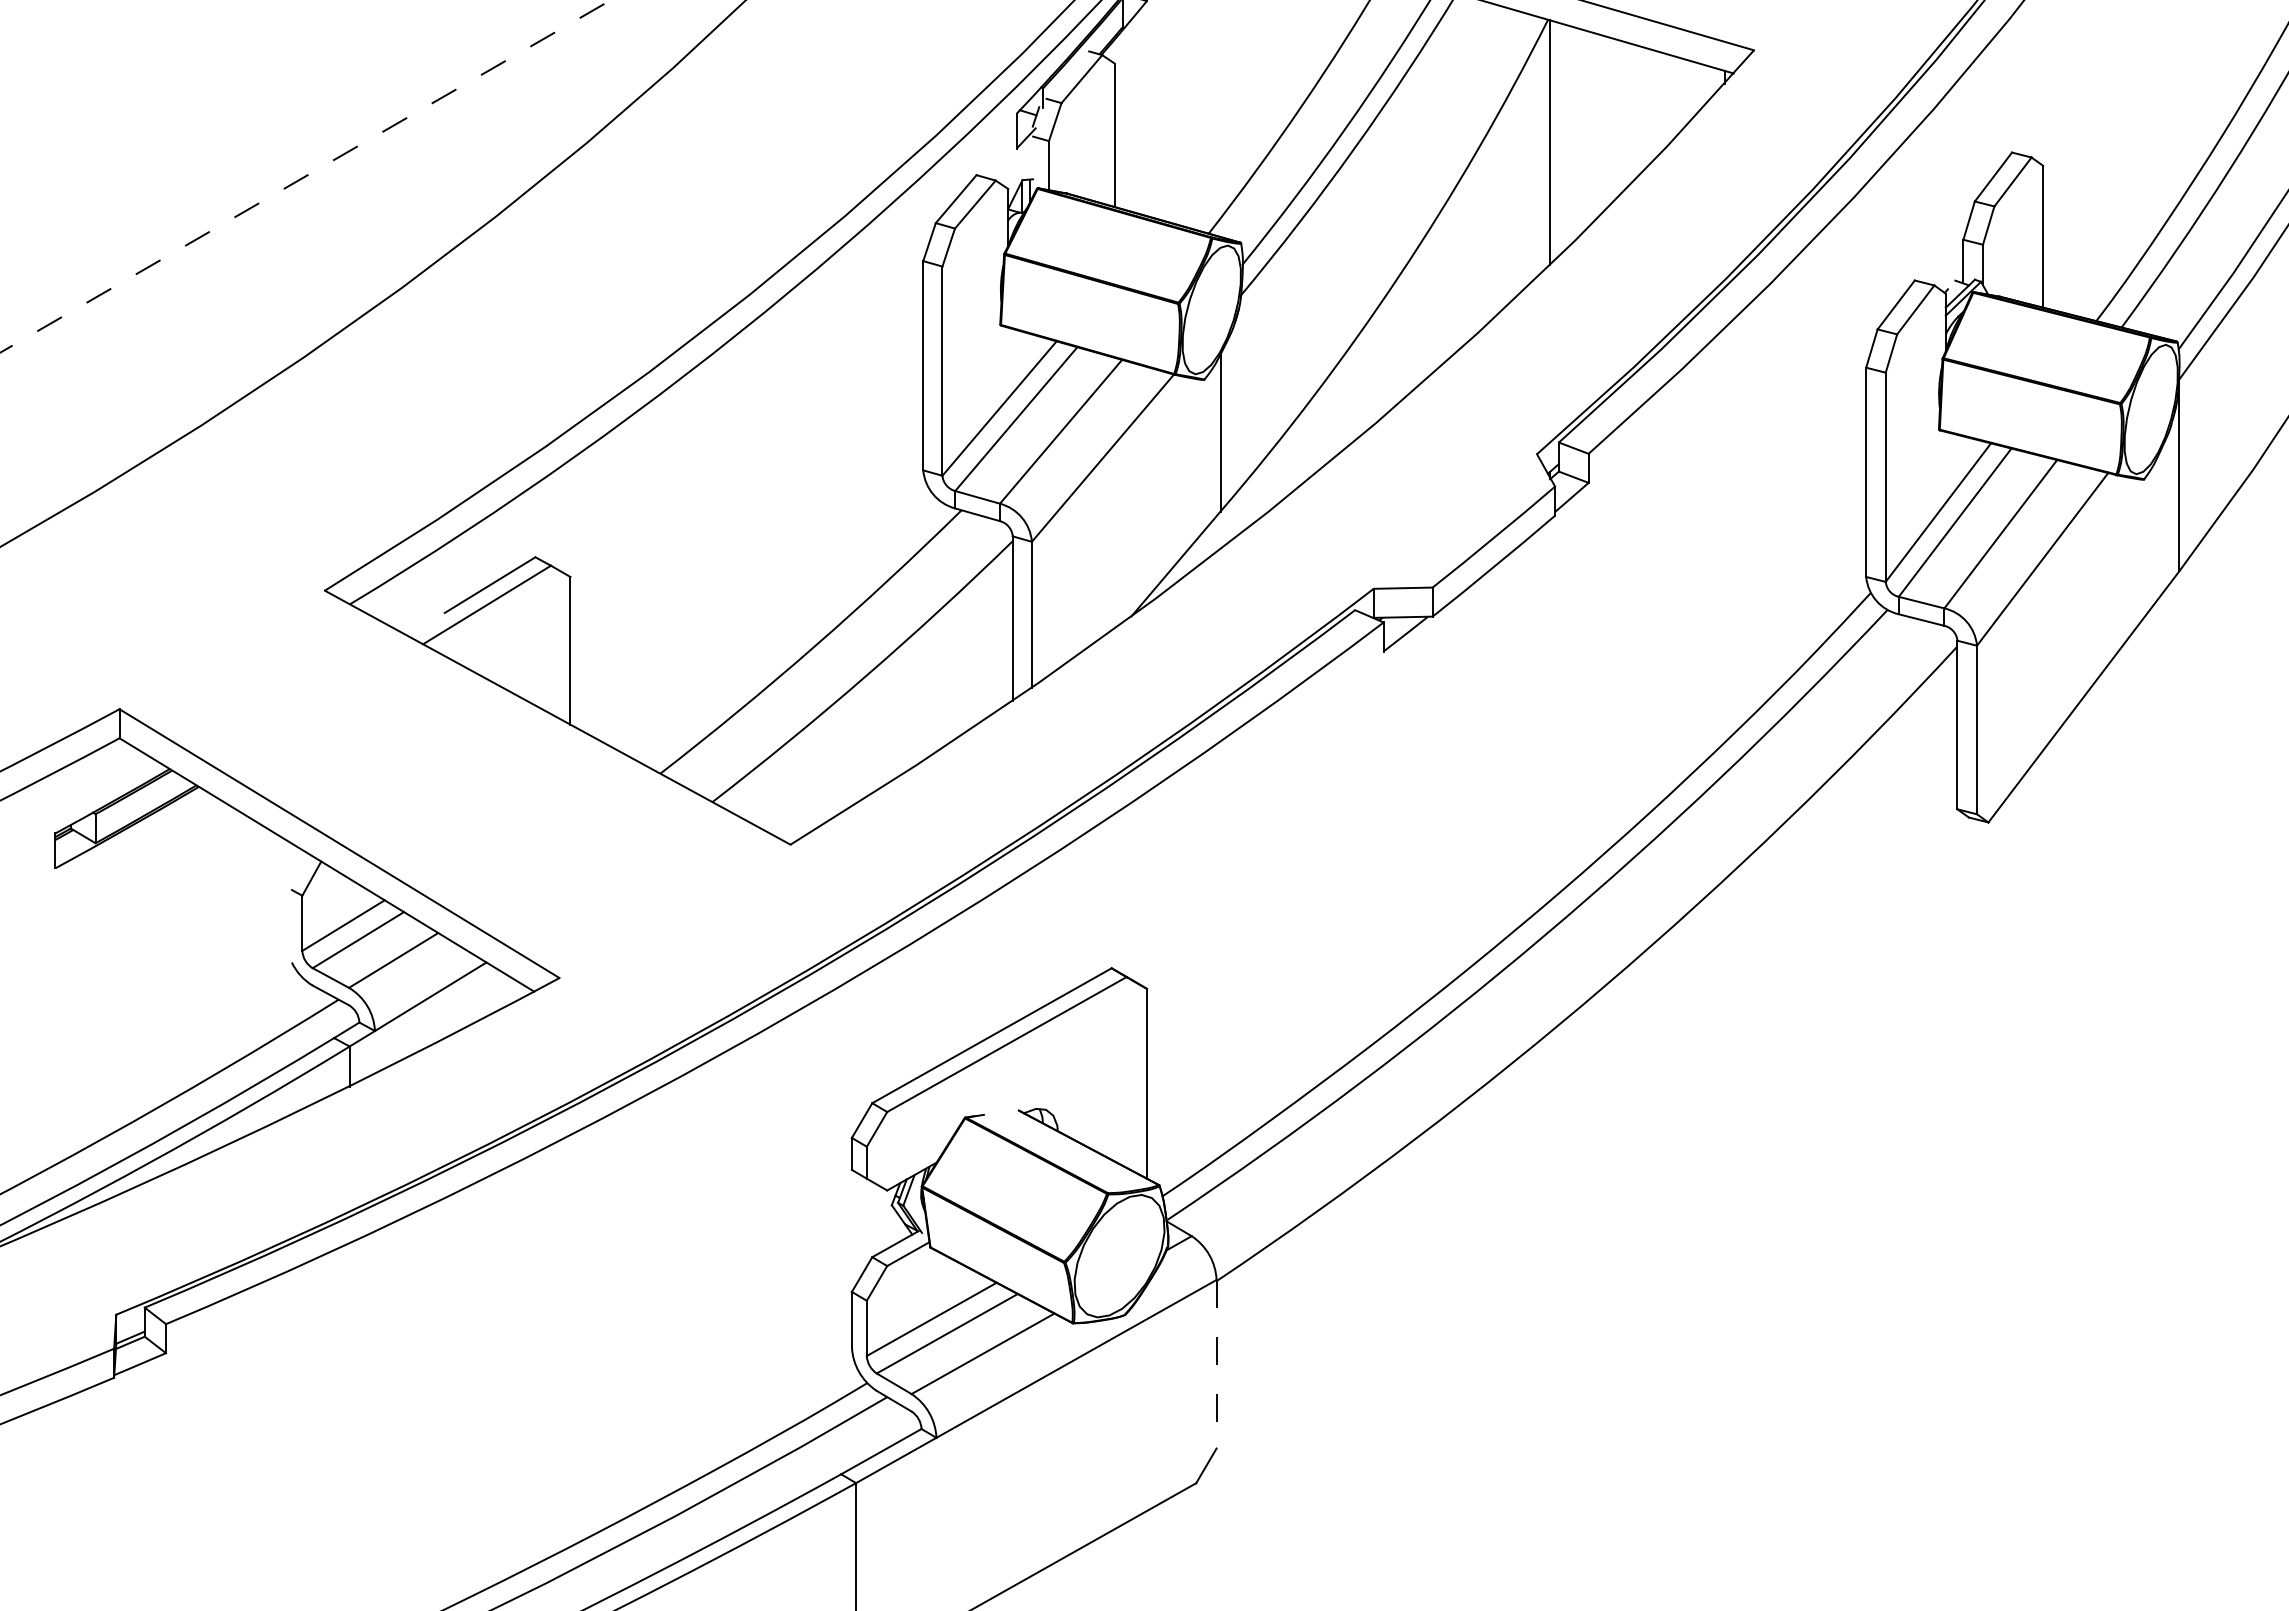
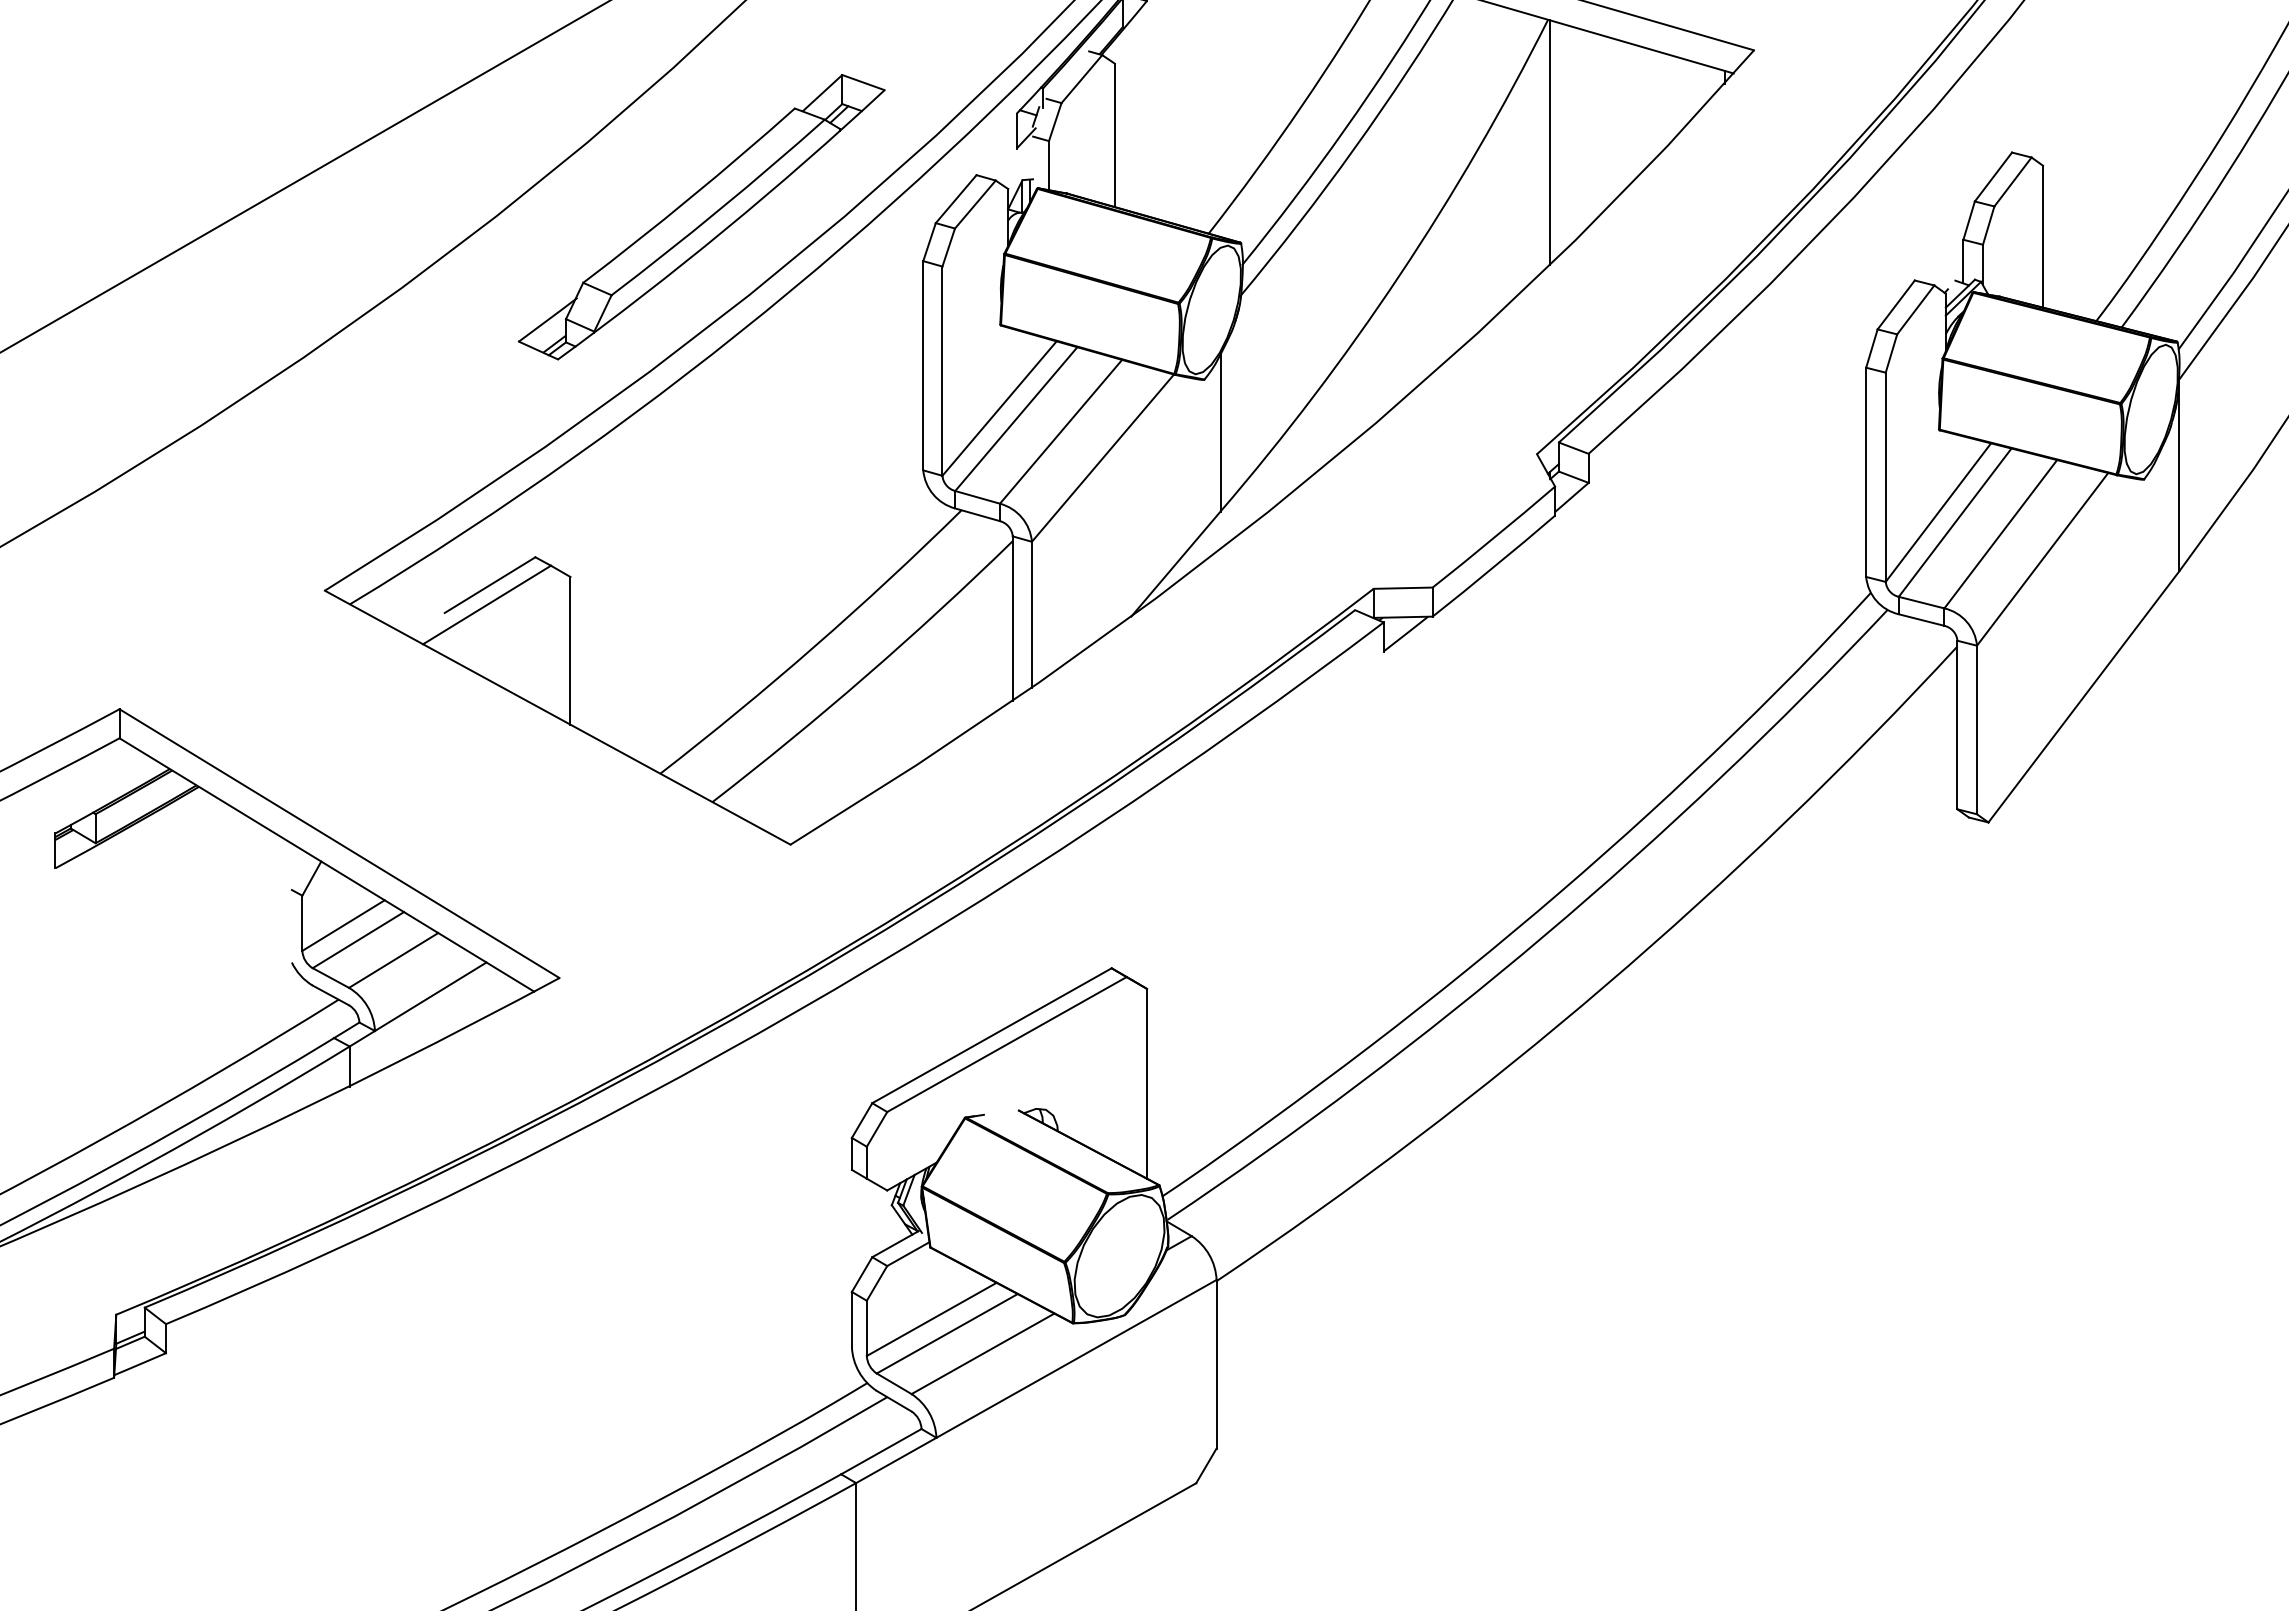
line at (306, 176): dashed -> solid
part at (701, 217): none -> present
line at (1216, 1364): dashed -> solid
